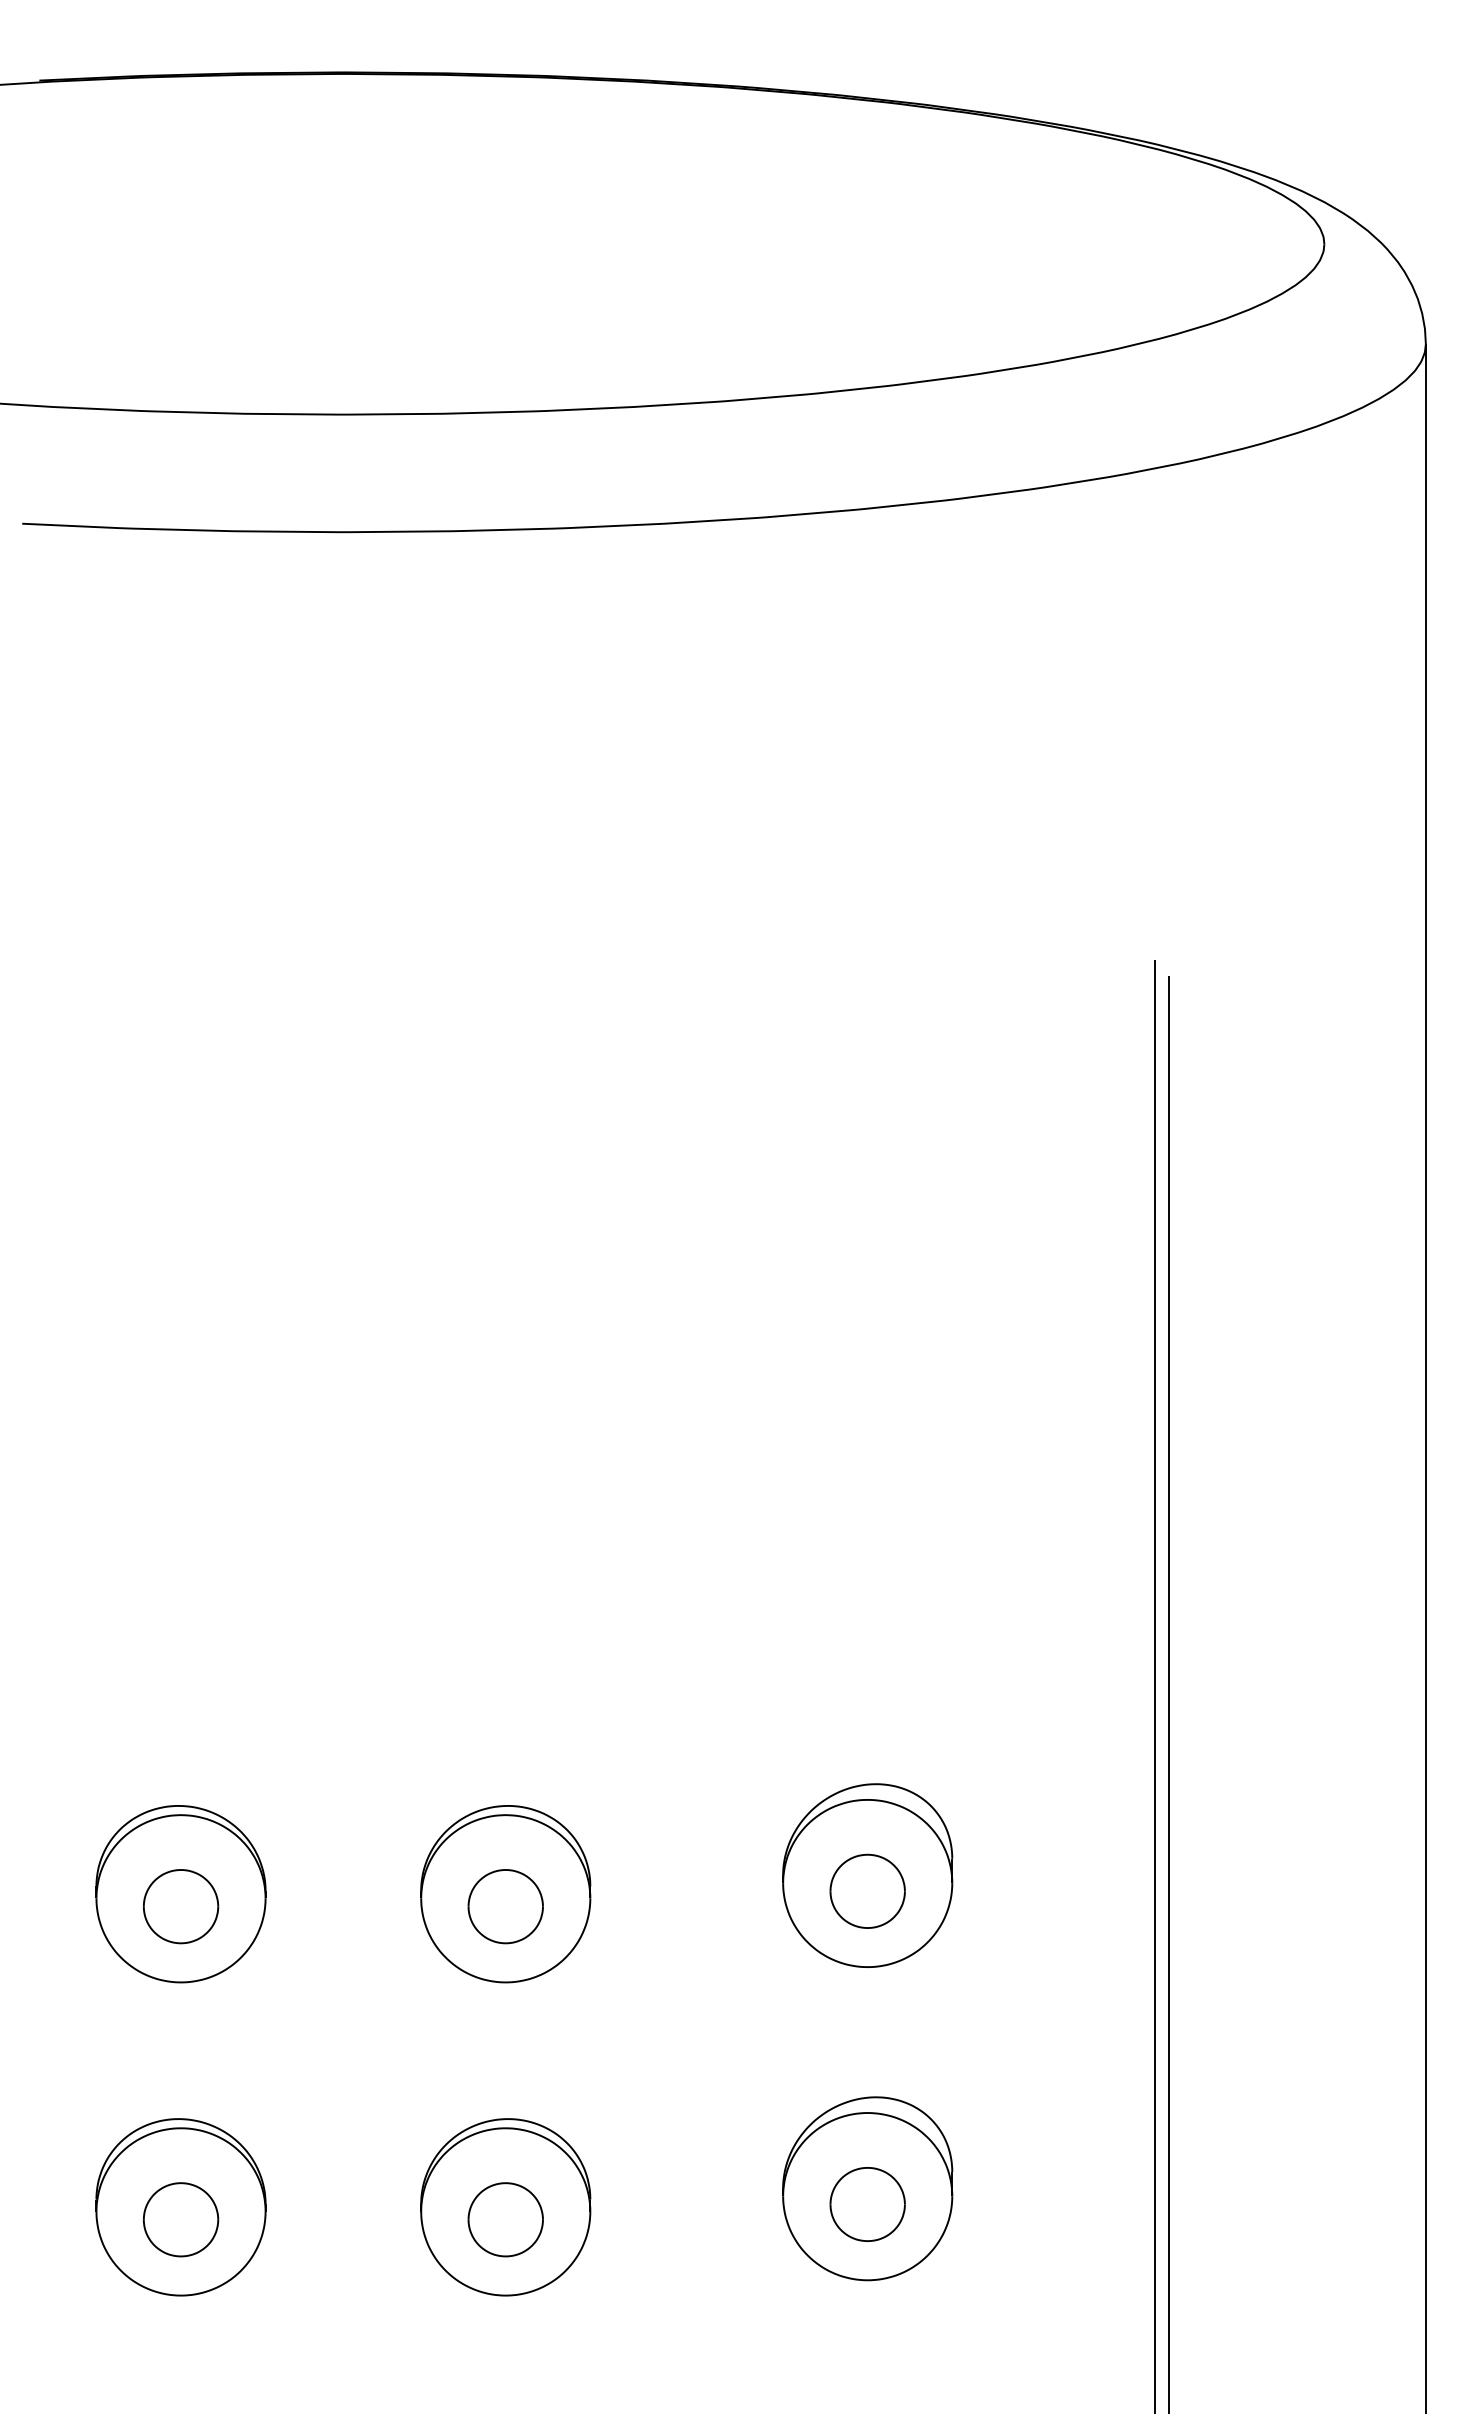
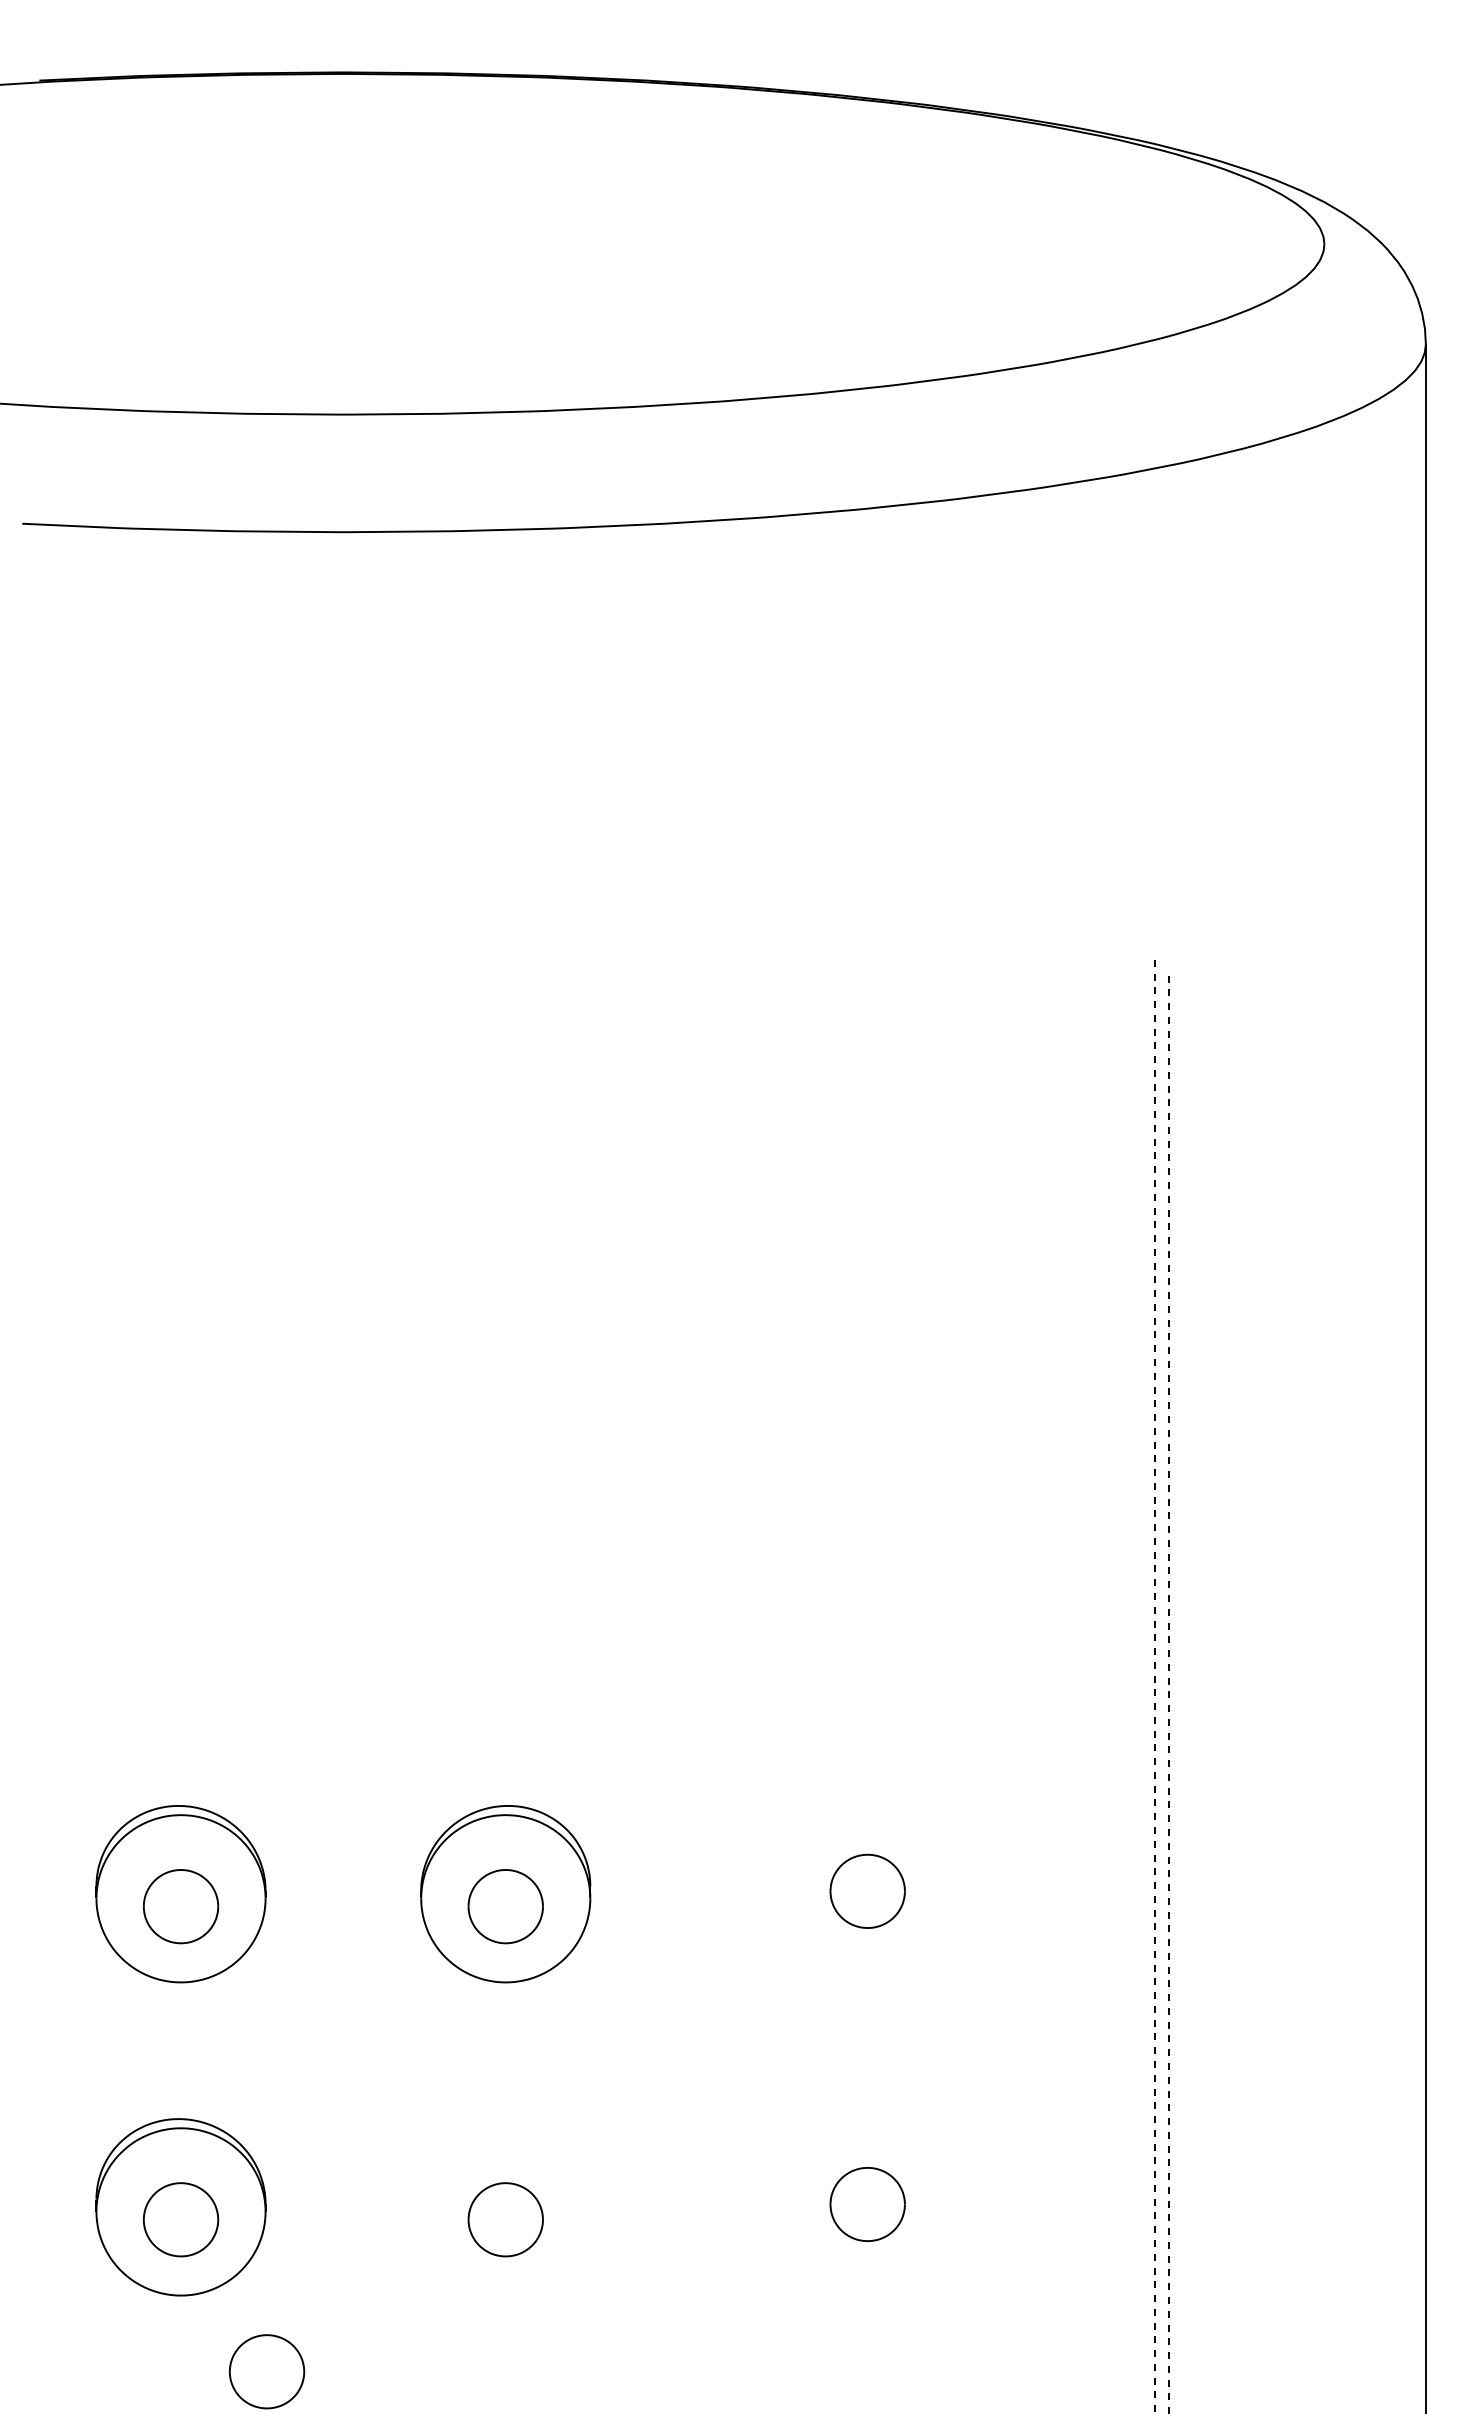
line at (1155, 1686): solid -> dashed
line at (1168, 1694): solid -> dashed
part at (867, 1875): present -> none
part at (867, 2188): present -> none
part at (505, 2207): present -> none
part at (267, 2371): none -> present
